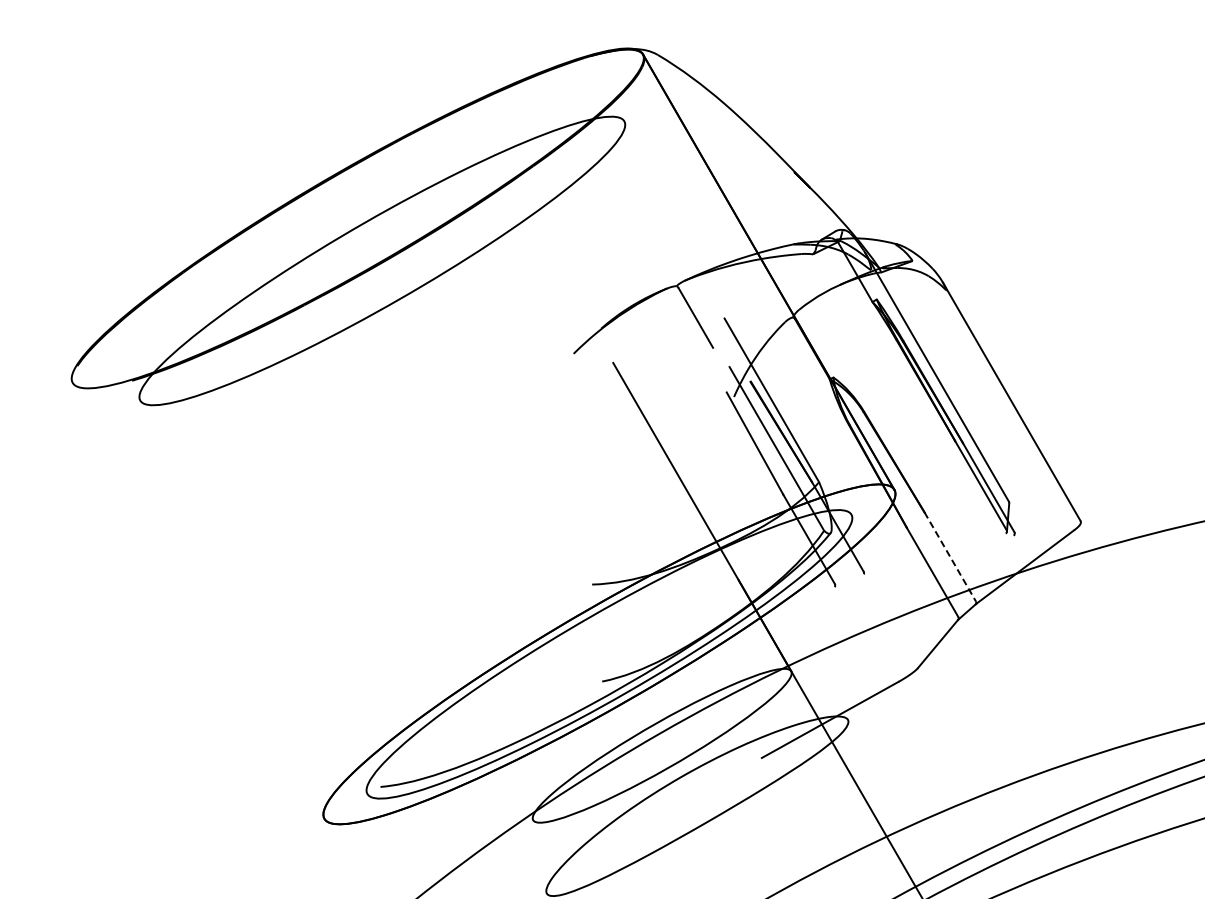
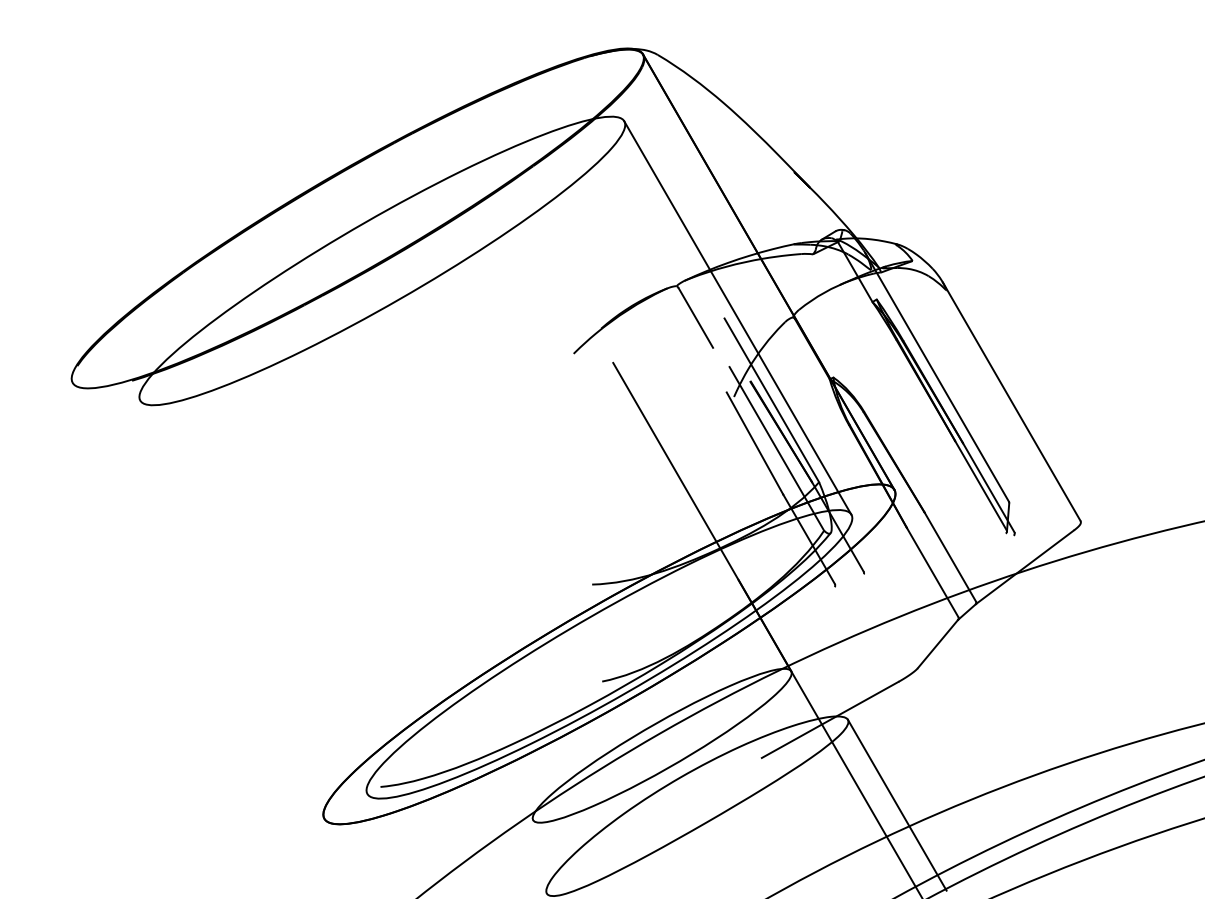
line at (737, 317): none -> present
line at (950, 556): dashed -> solid
line at (896, 804): none -> present
